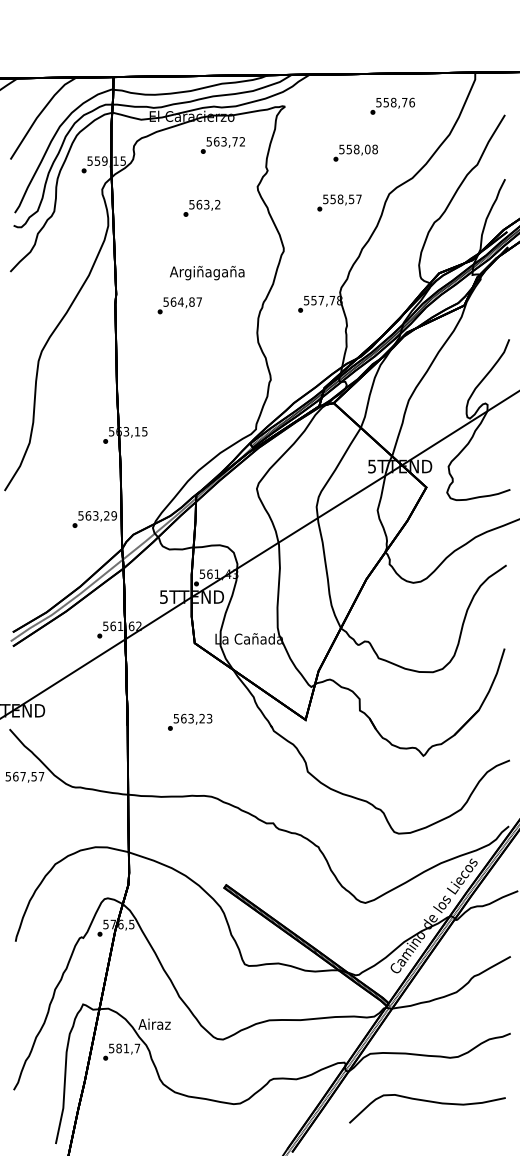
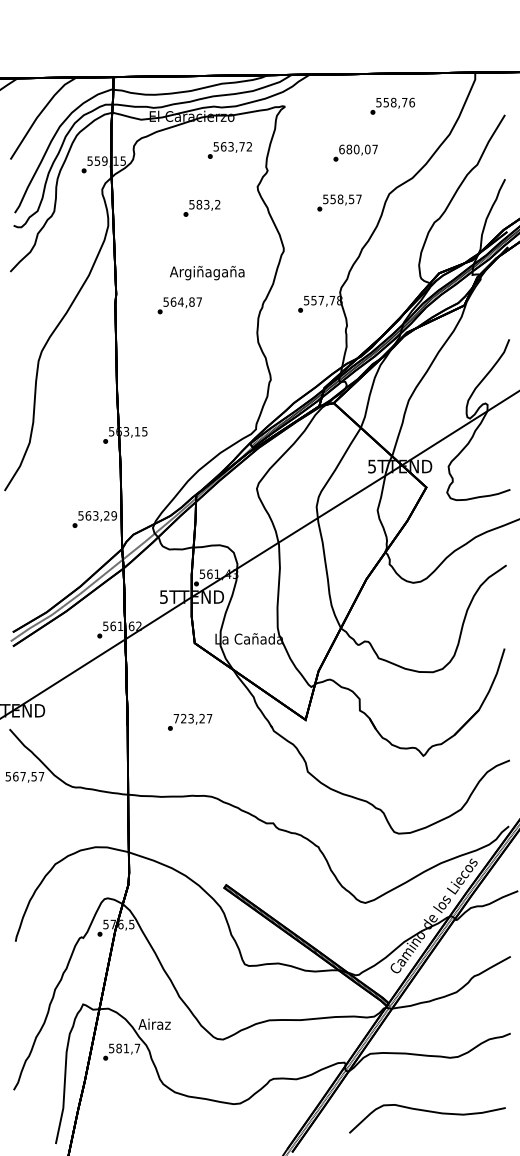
text at (222, 145) position: (222, 145) -> (229, 150)
text at (358, 149): 558,08 -> 680,07
text at (199, 204): 563,2 -> 583,2
text at (192, 718): 563,23 -> 723,27
curve at (428, 1102) position: (428, 1102) -> (428, 1112)
